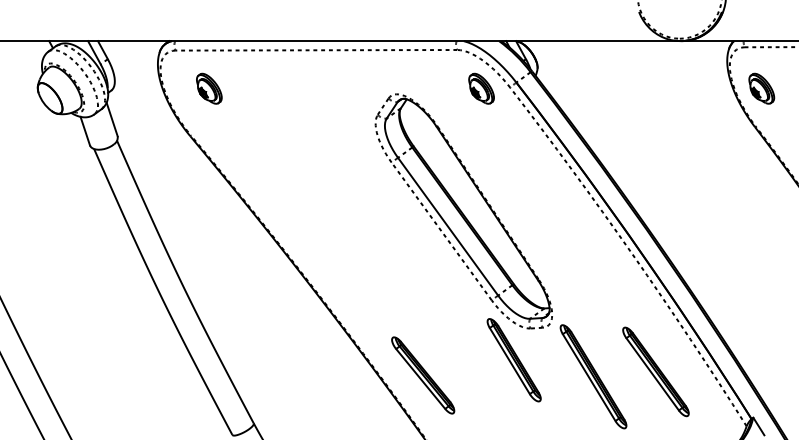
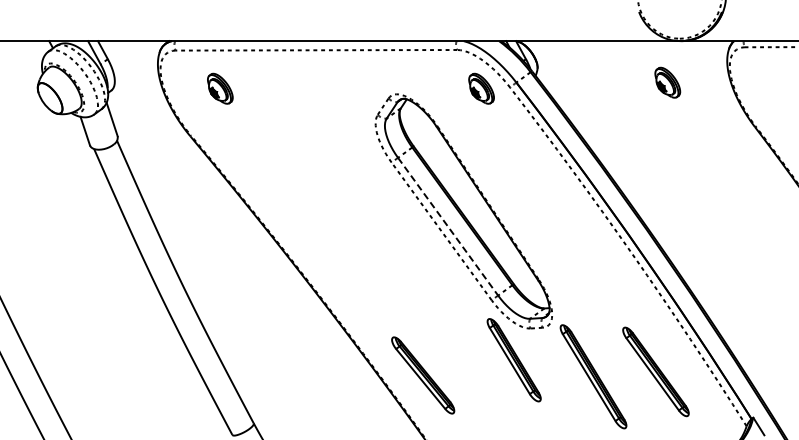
part at (209, 88) position: (209, 88) -> (220, 88)
part at (761, 88) position: (761, 88) -> (667, 82)
line at (448, 227): solid -> dashed
